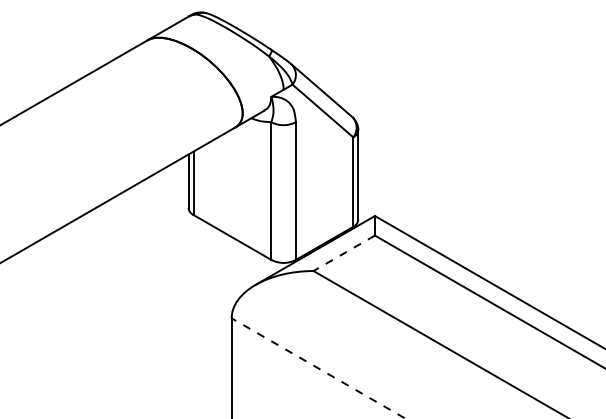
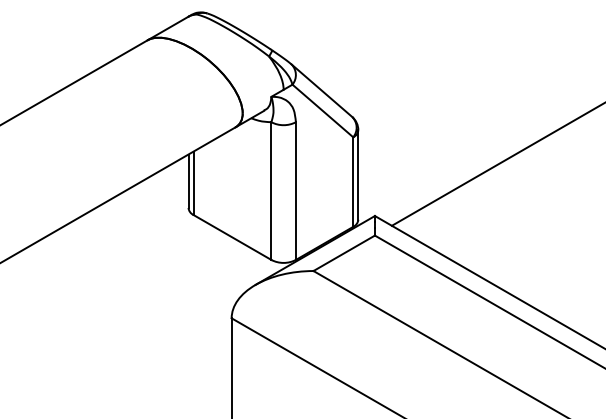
line at (496, 164): none -> present
line at (343, 253): dashed -> solid
line at (318, 368): dashed -> solid
